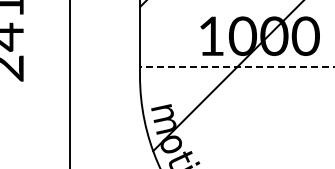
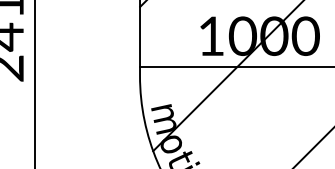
line at (236, 67): dashed -> solid
line at (69, 83) position: (69, 83) -> (34, 83)
line at (313, 147): none -> present
